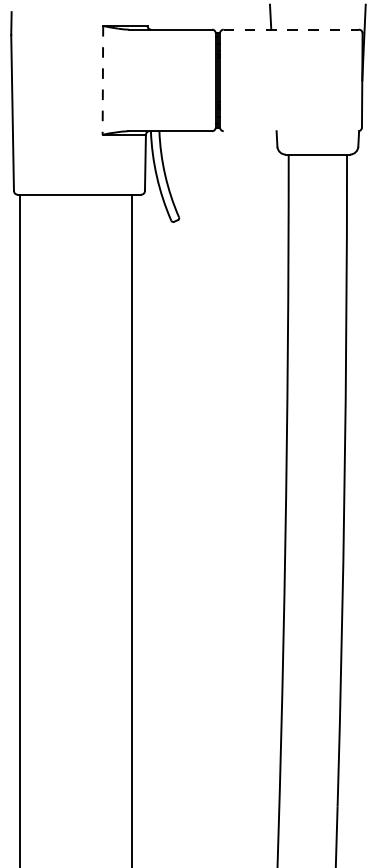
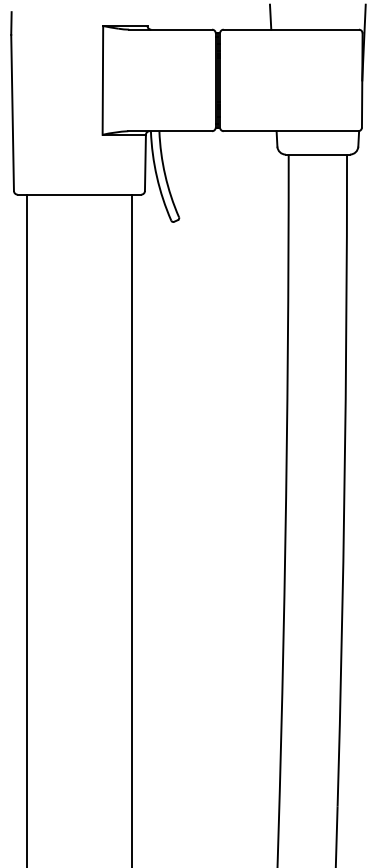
line at (291, 29): dashed -> solid
line at (102, 80): dashed -> solid
line at (290, 131): none -> present
line at (20, 529) position: (20, 529) -> (27, 529)
